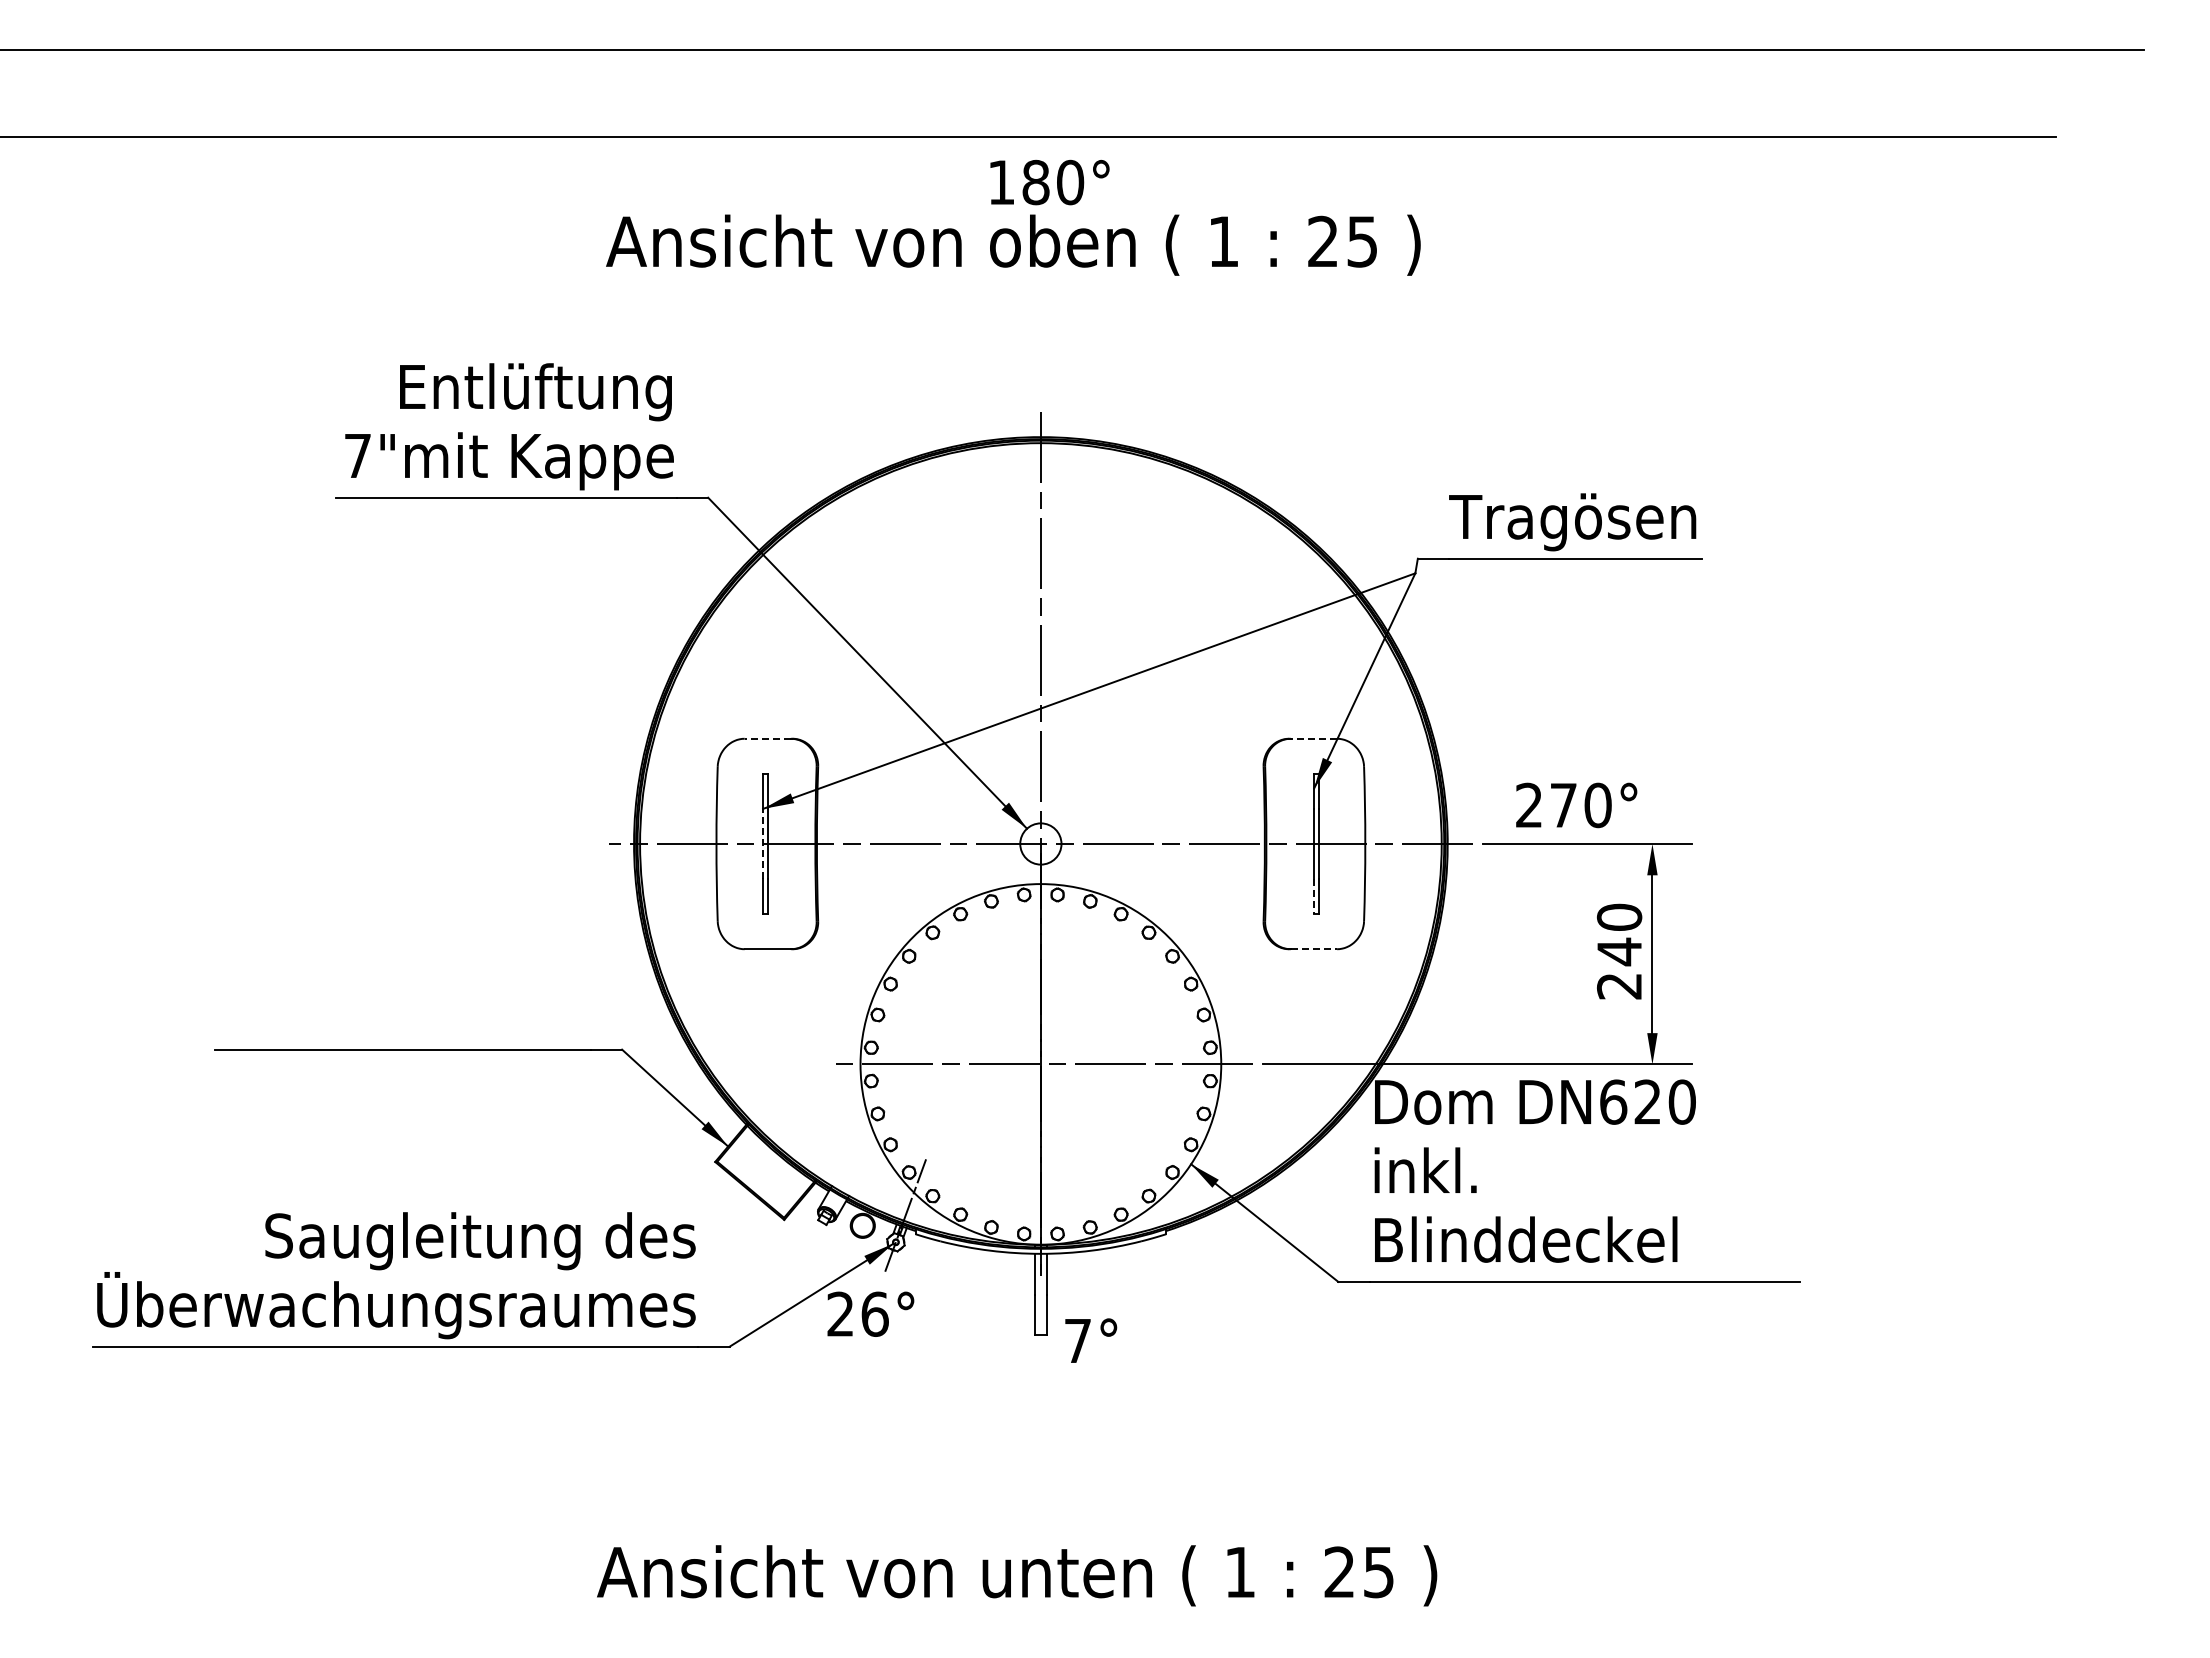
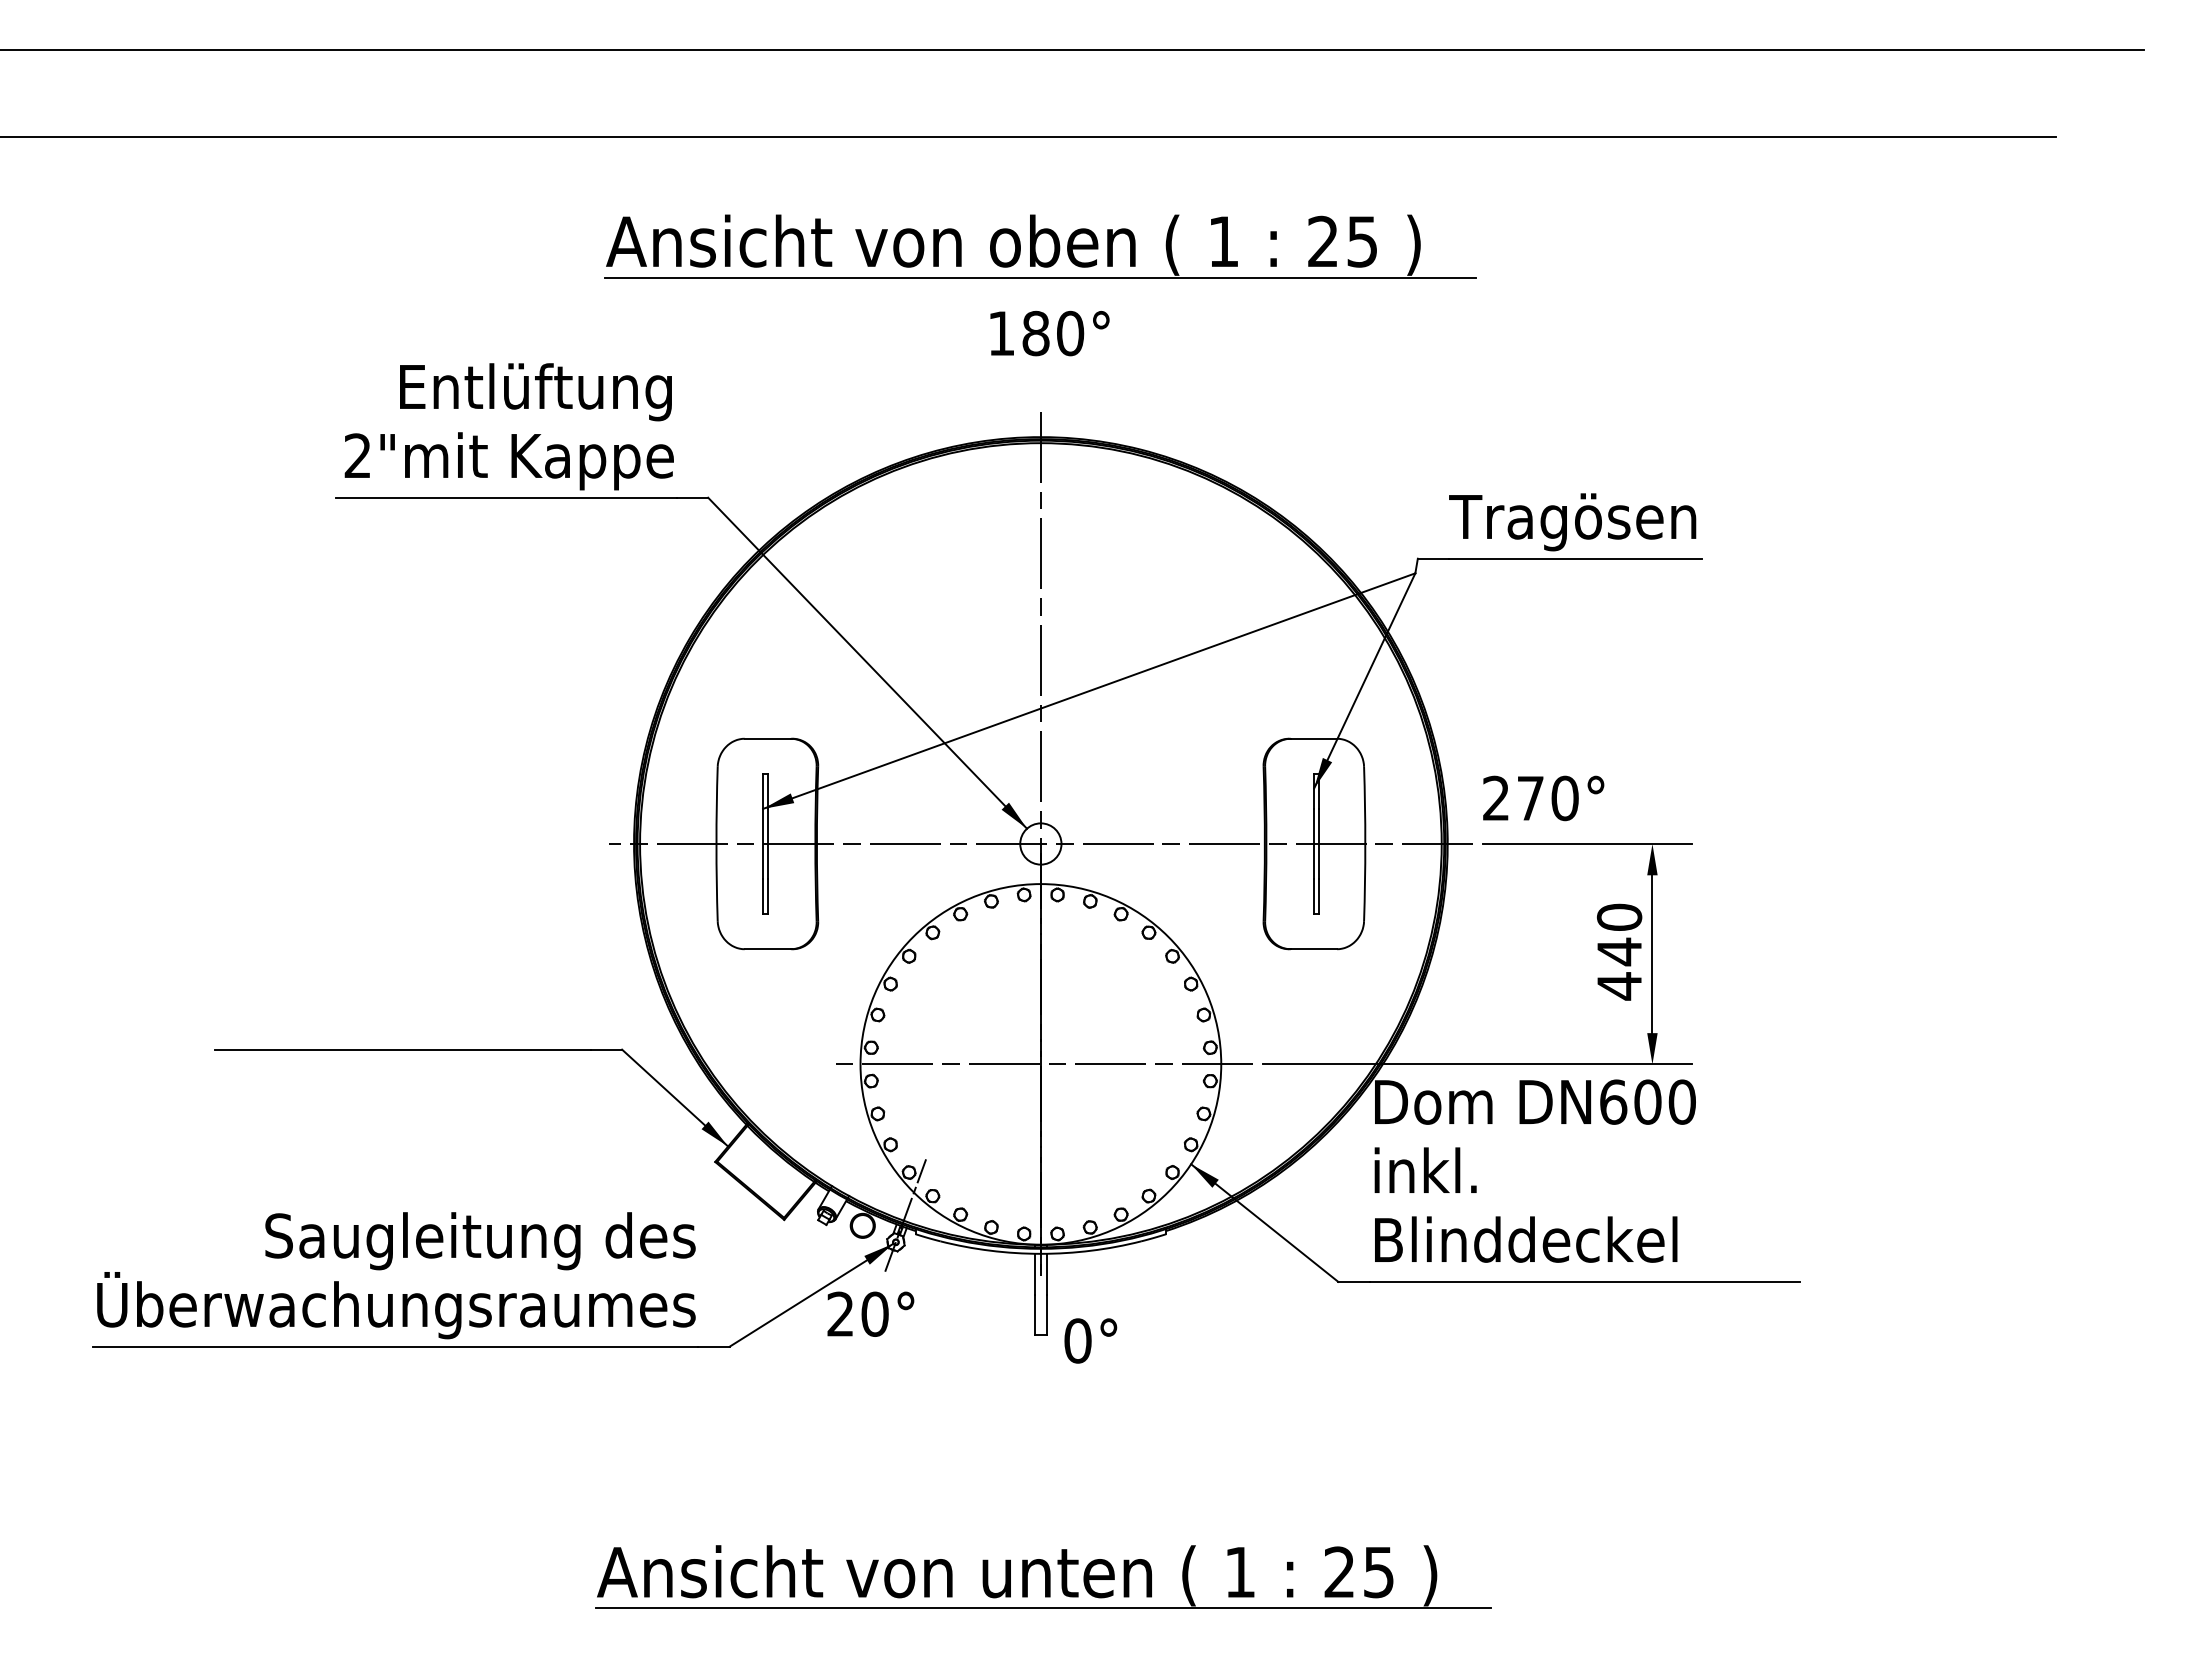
text at (1049, 182) position: (1049, 182) -> (1049, 333)
line at (1040, 277): none -> present
text at (357, 455): 7" -> 2"
line at (767, 738): dashed -> solid
line at (1313, 738): dashed -> solid
text at (1576, 805) position: (1576, 805) -> (1543, 798)
line at (763, 843): dashed -> solid
line at (1314, 896): dashed -> solid
line at (1314, 949): dashed -> solid
text at (1618, 986): 240 -> 440
text at (1647, 1101): DN620 -> DN600
text at (874, 1313): 26° -> 20°
text at (1077, 1340): 7° -> 0°
line at (1043, 1608): none -> present
